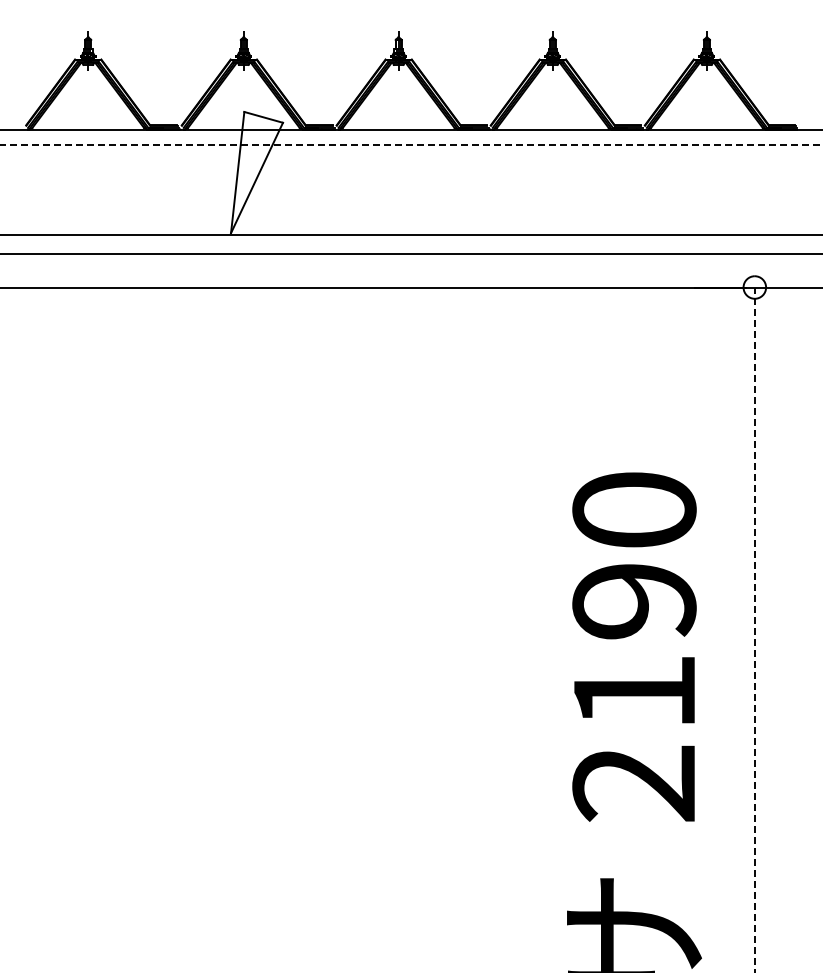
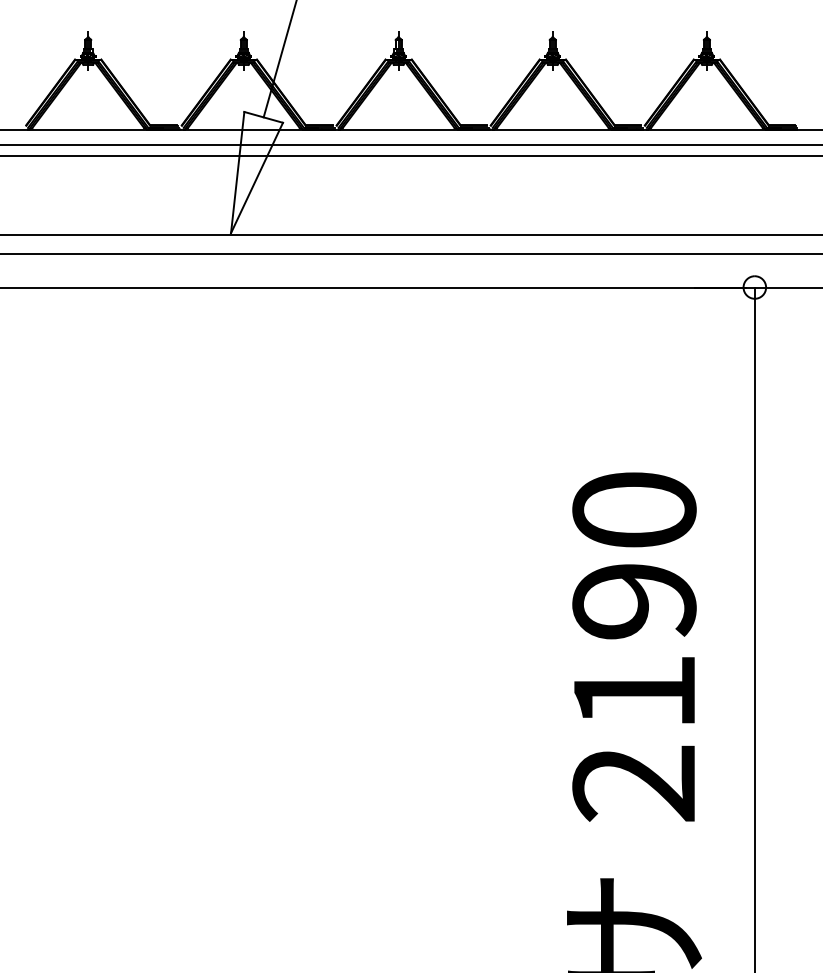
line at (279, 59): none -> present
line at (411, 144): dashed -> solid
line at (410, 155): none -> present
line at (754, 629): dashed -> solid
